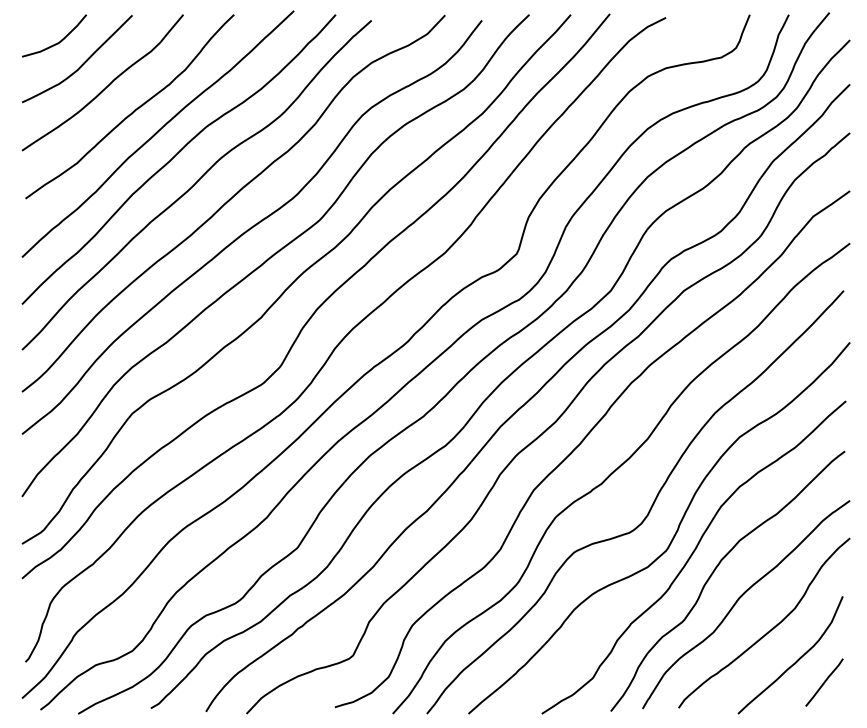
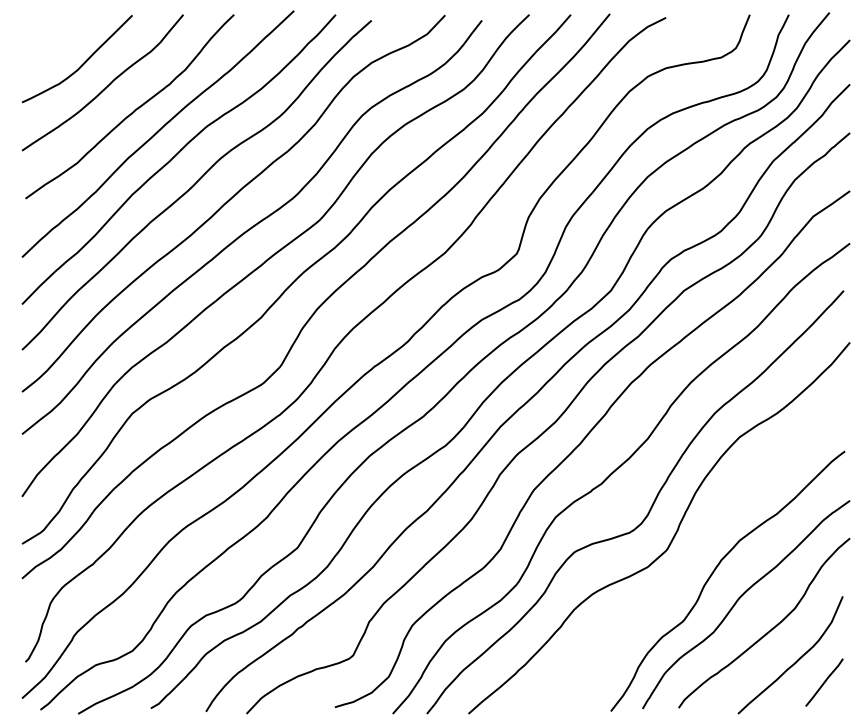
curve at (57, 42): present -> none
curve at (691, 557): present -> none
